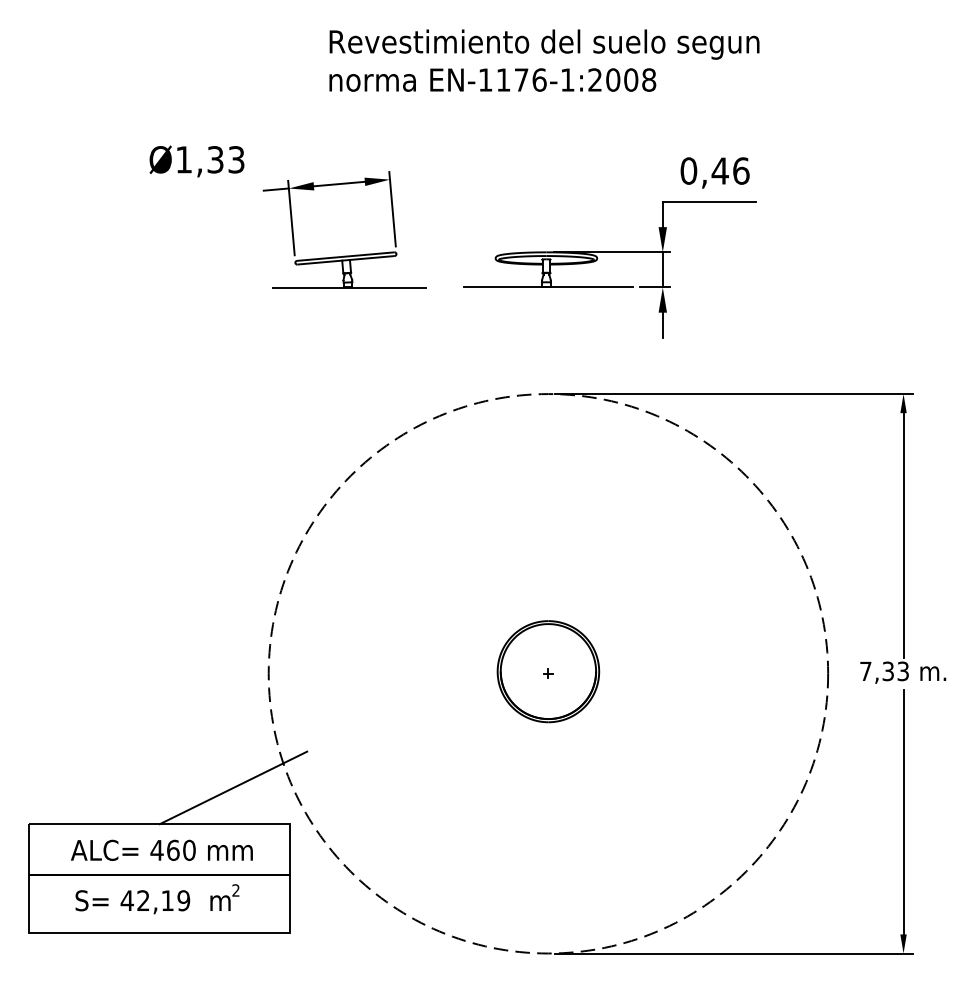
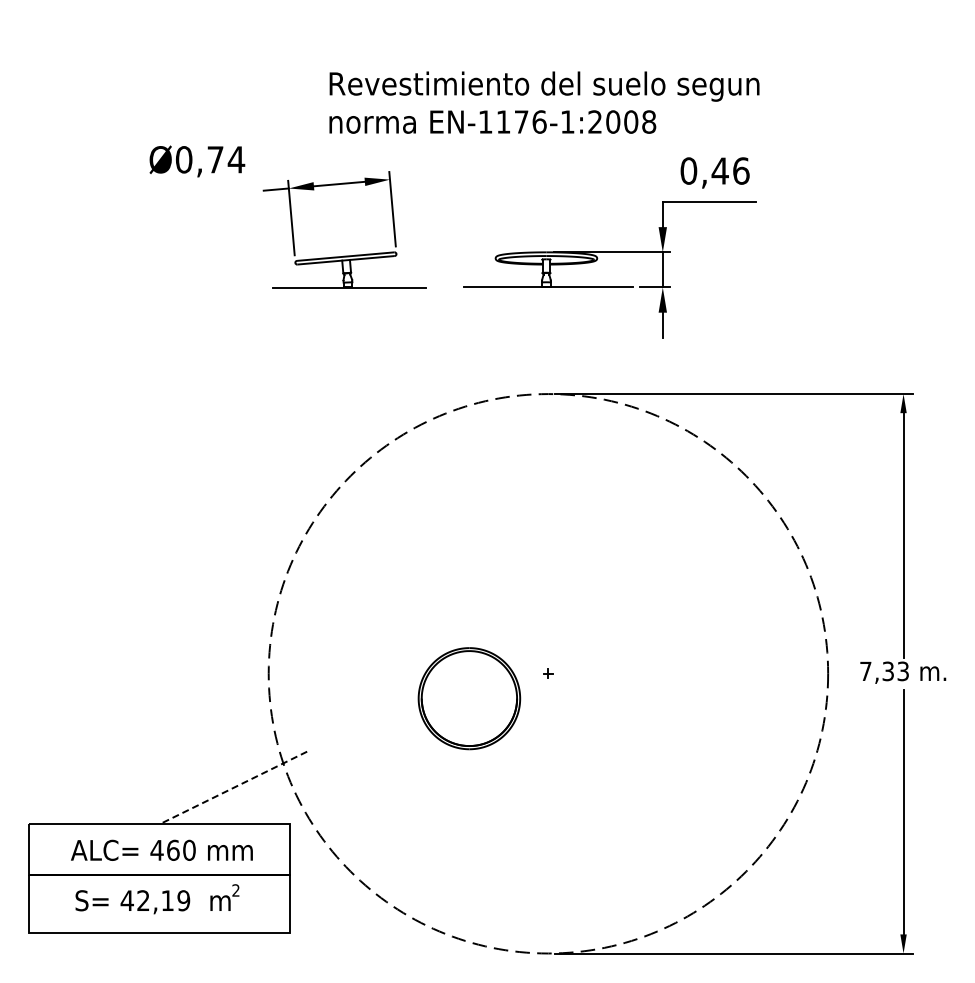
text at (544, 60) position: (544, 60) -> (544, 102)
text at (210, 159): Ø1,33 -> Ø0,74
part at (548, 671) position: (548, 671) -> (469, 698)
line at (233, 788): solid -> dashed
